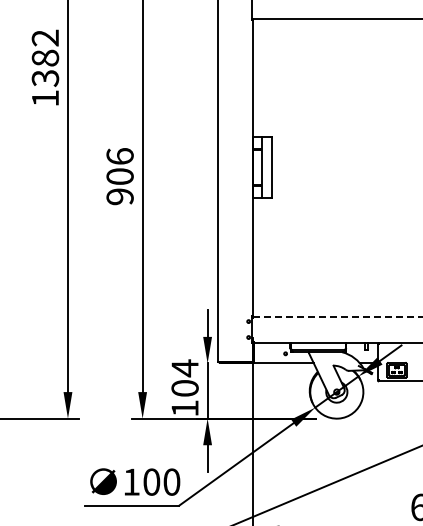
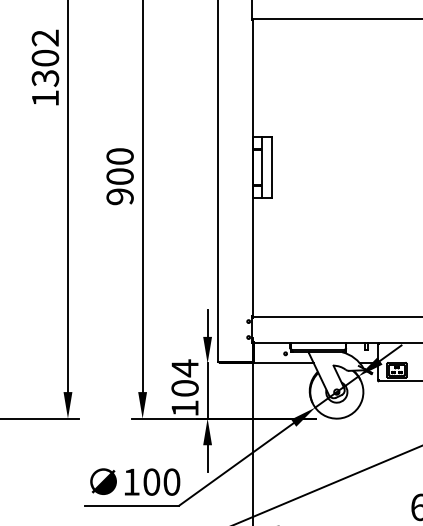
text at (45, 57): 1382 -> 1302
text at (119, 156): 906 -> 900
line at (337, 316): dashed -> solid
